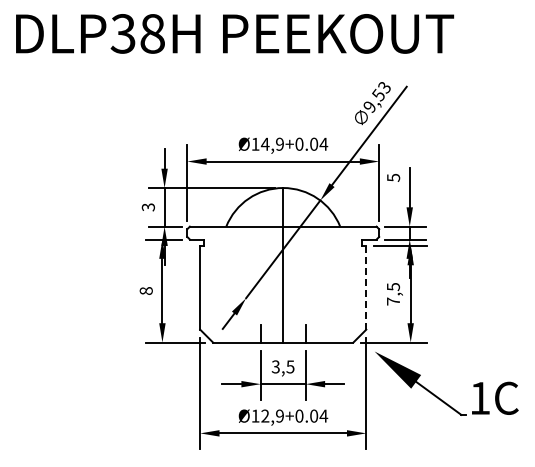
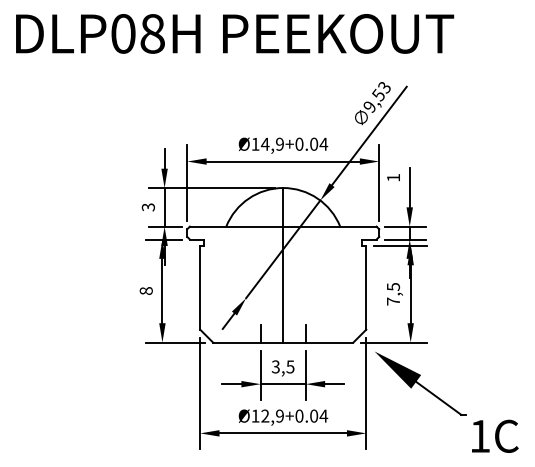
text at (122, 33): DLP38H -> DLP08H
text at (393, 177): 5 -> 1
line at (366, 287): dashed -> solid
text at (495, 397) position: (495, 397) -> (495, 435)
